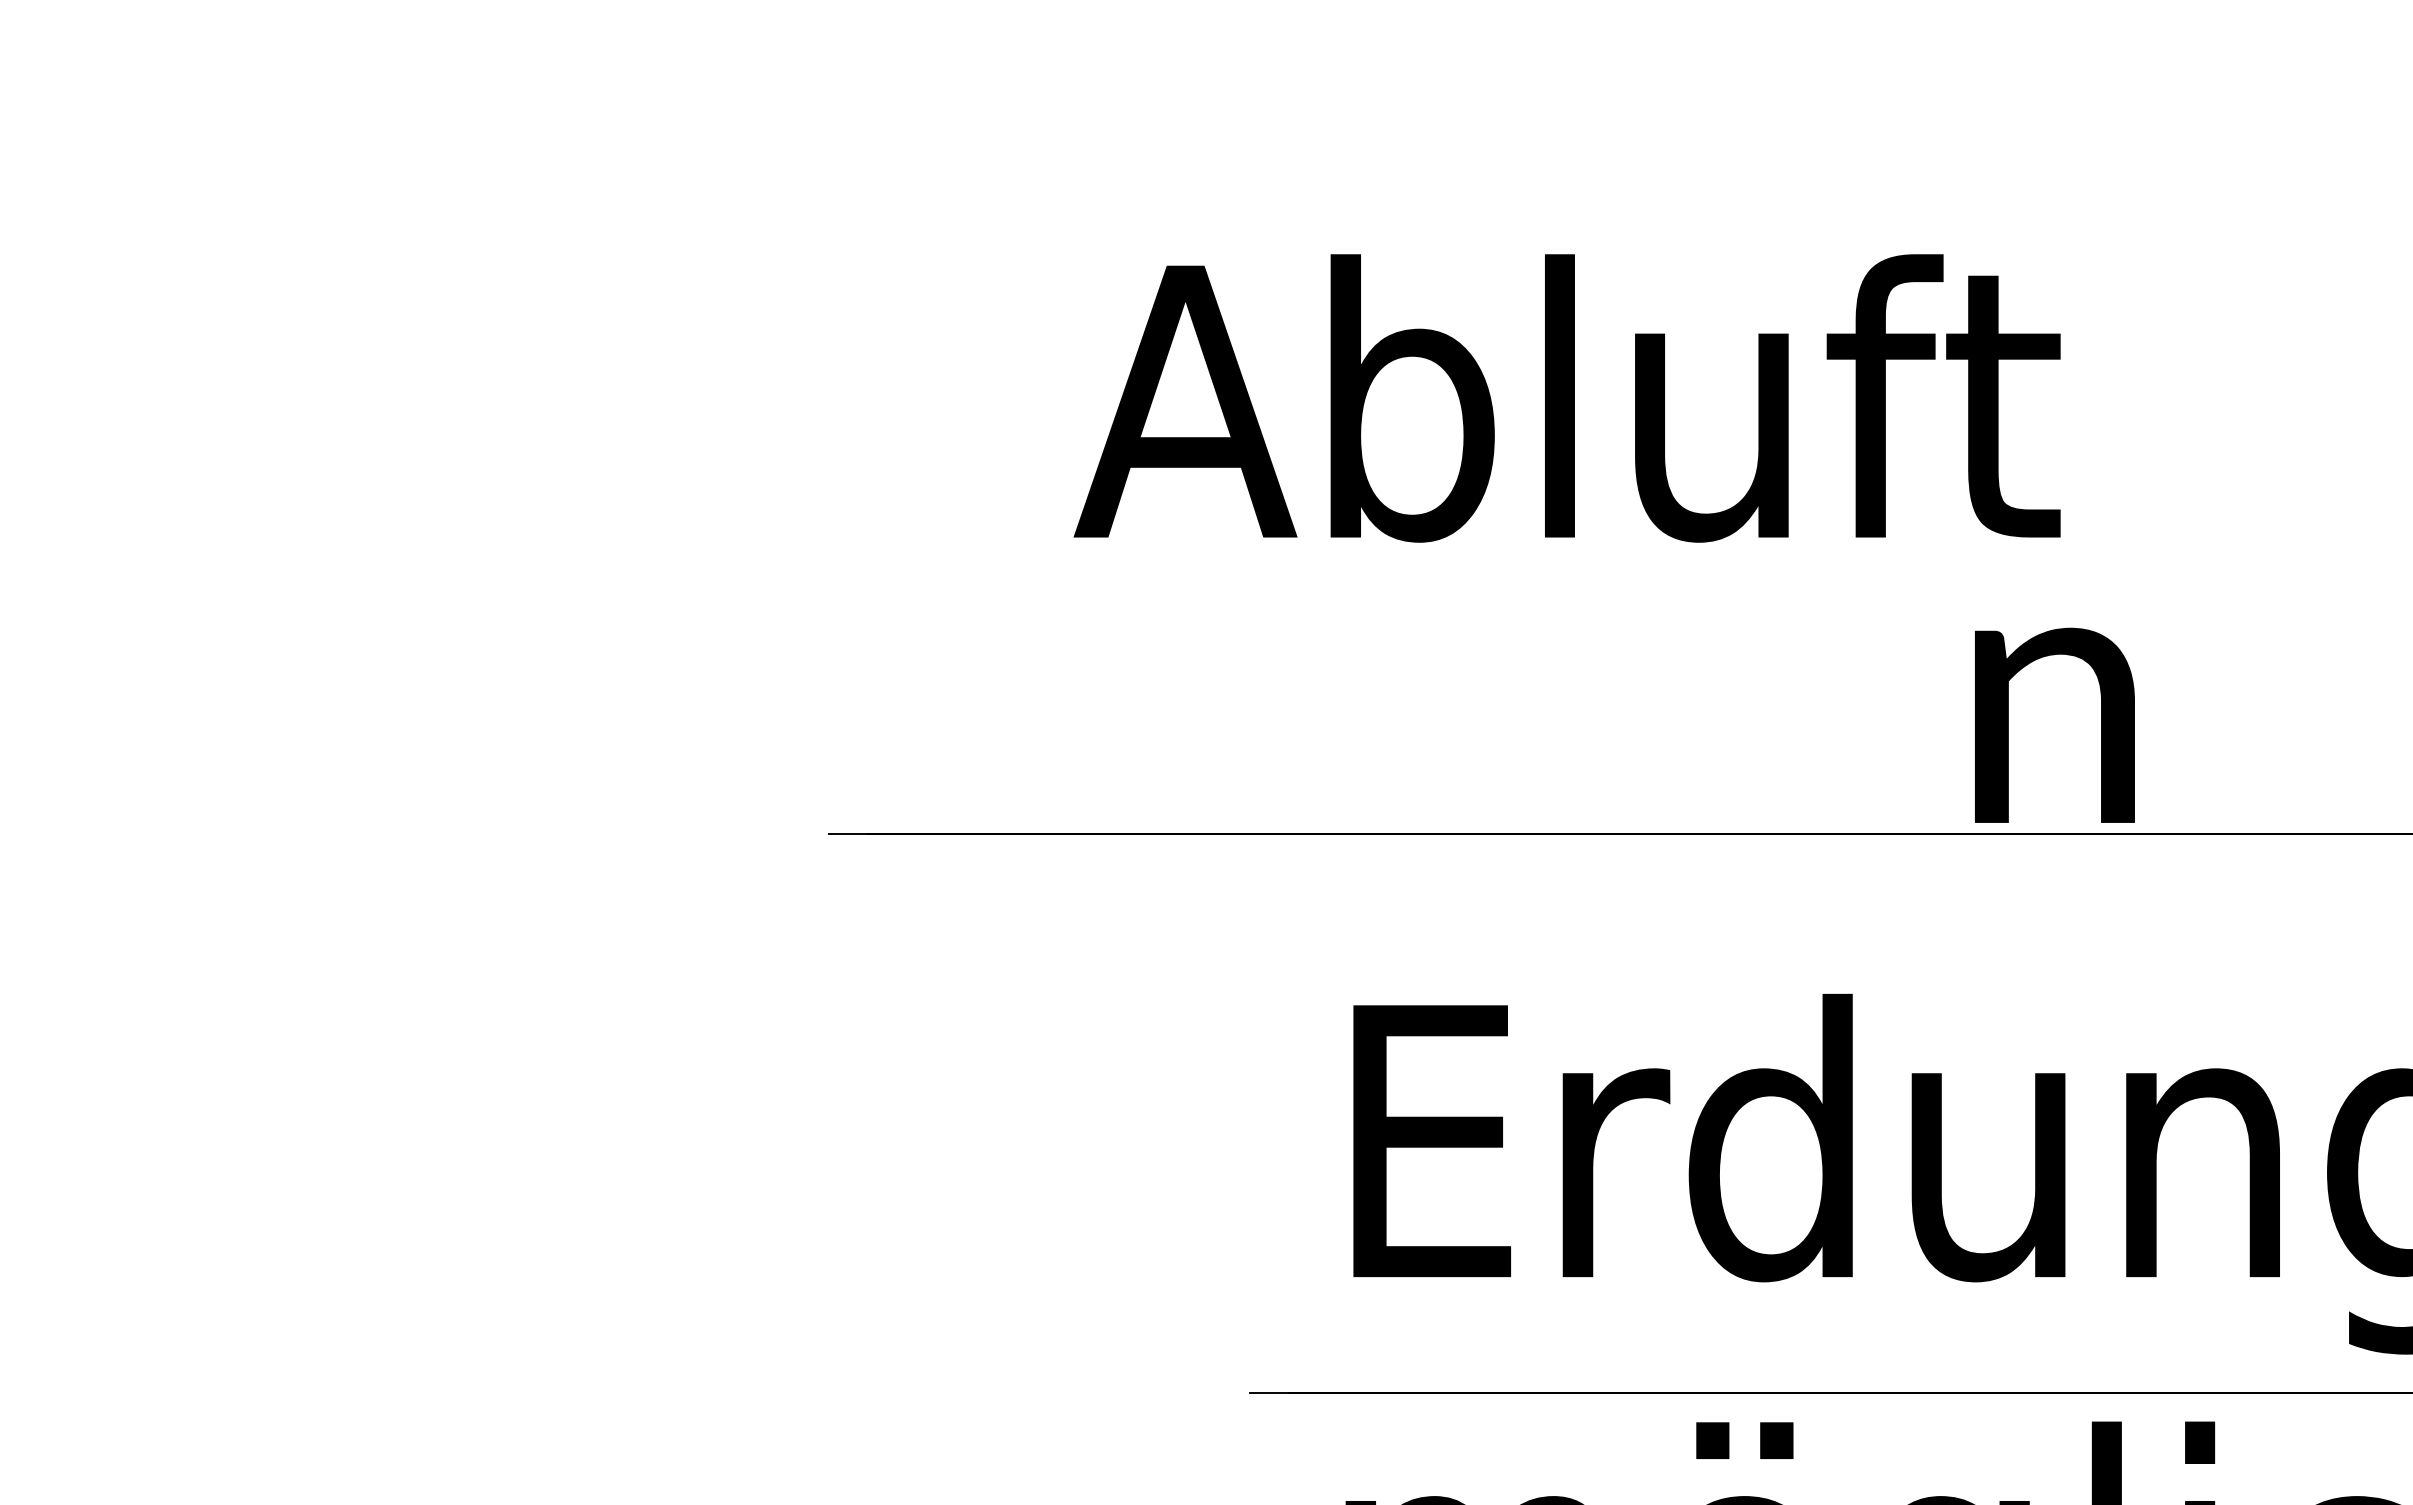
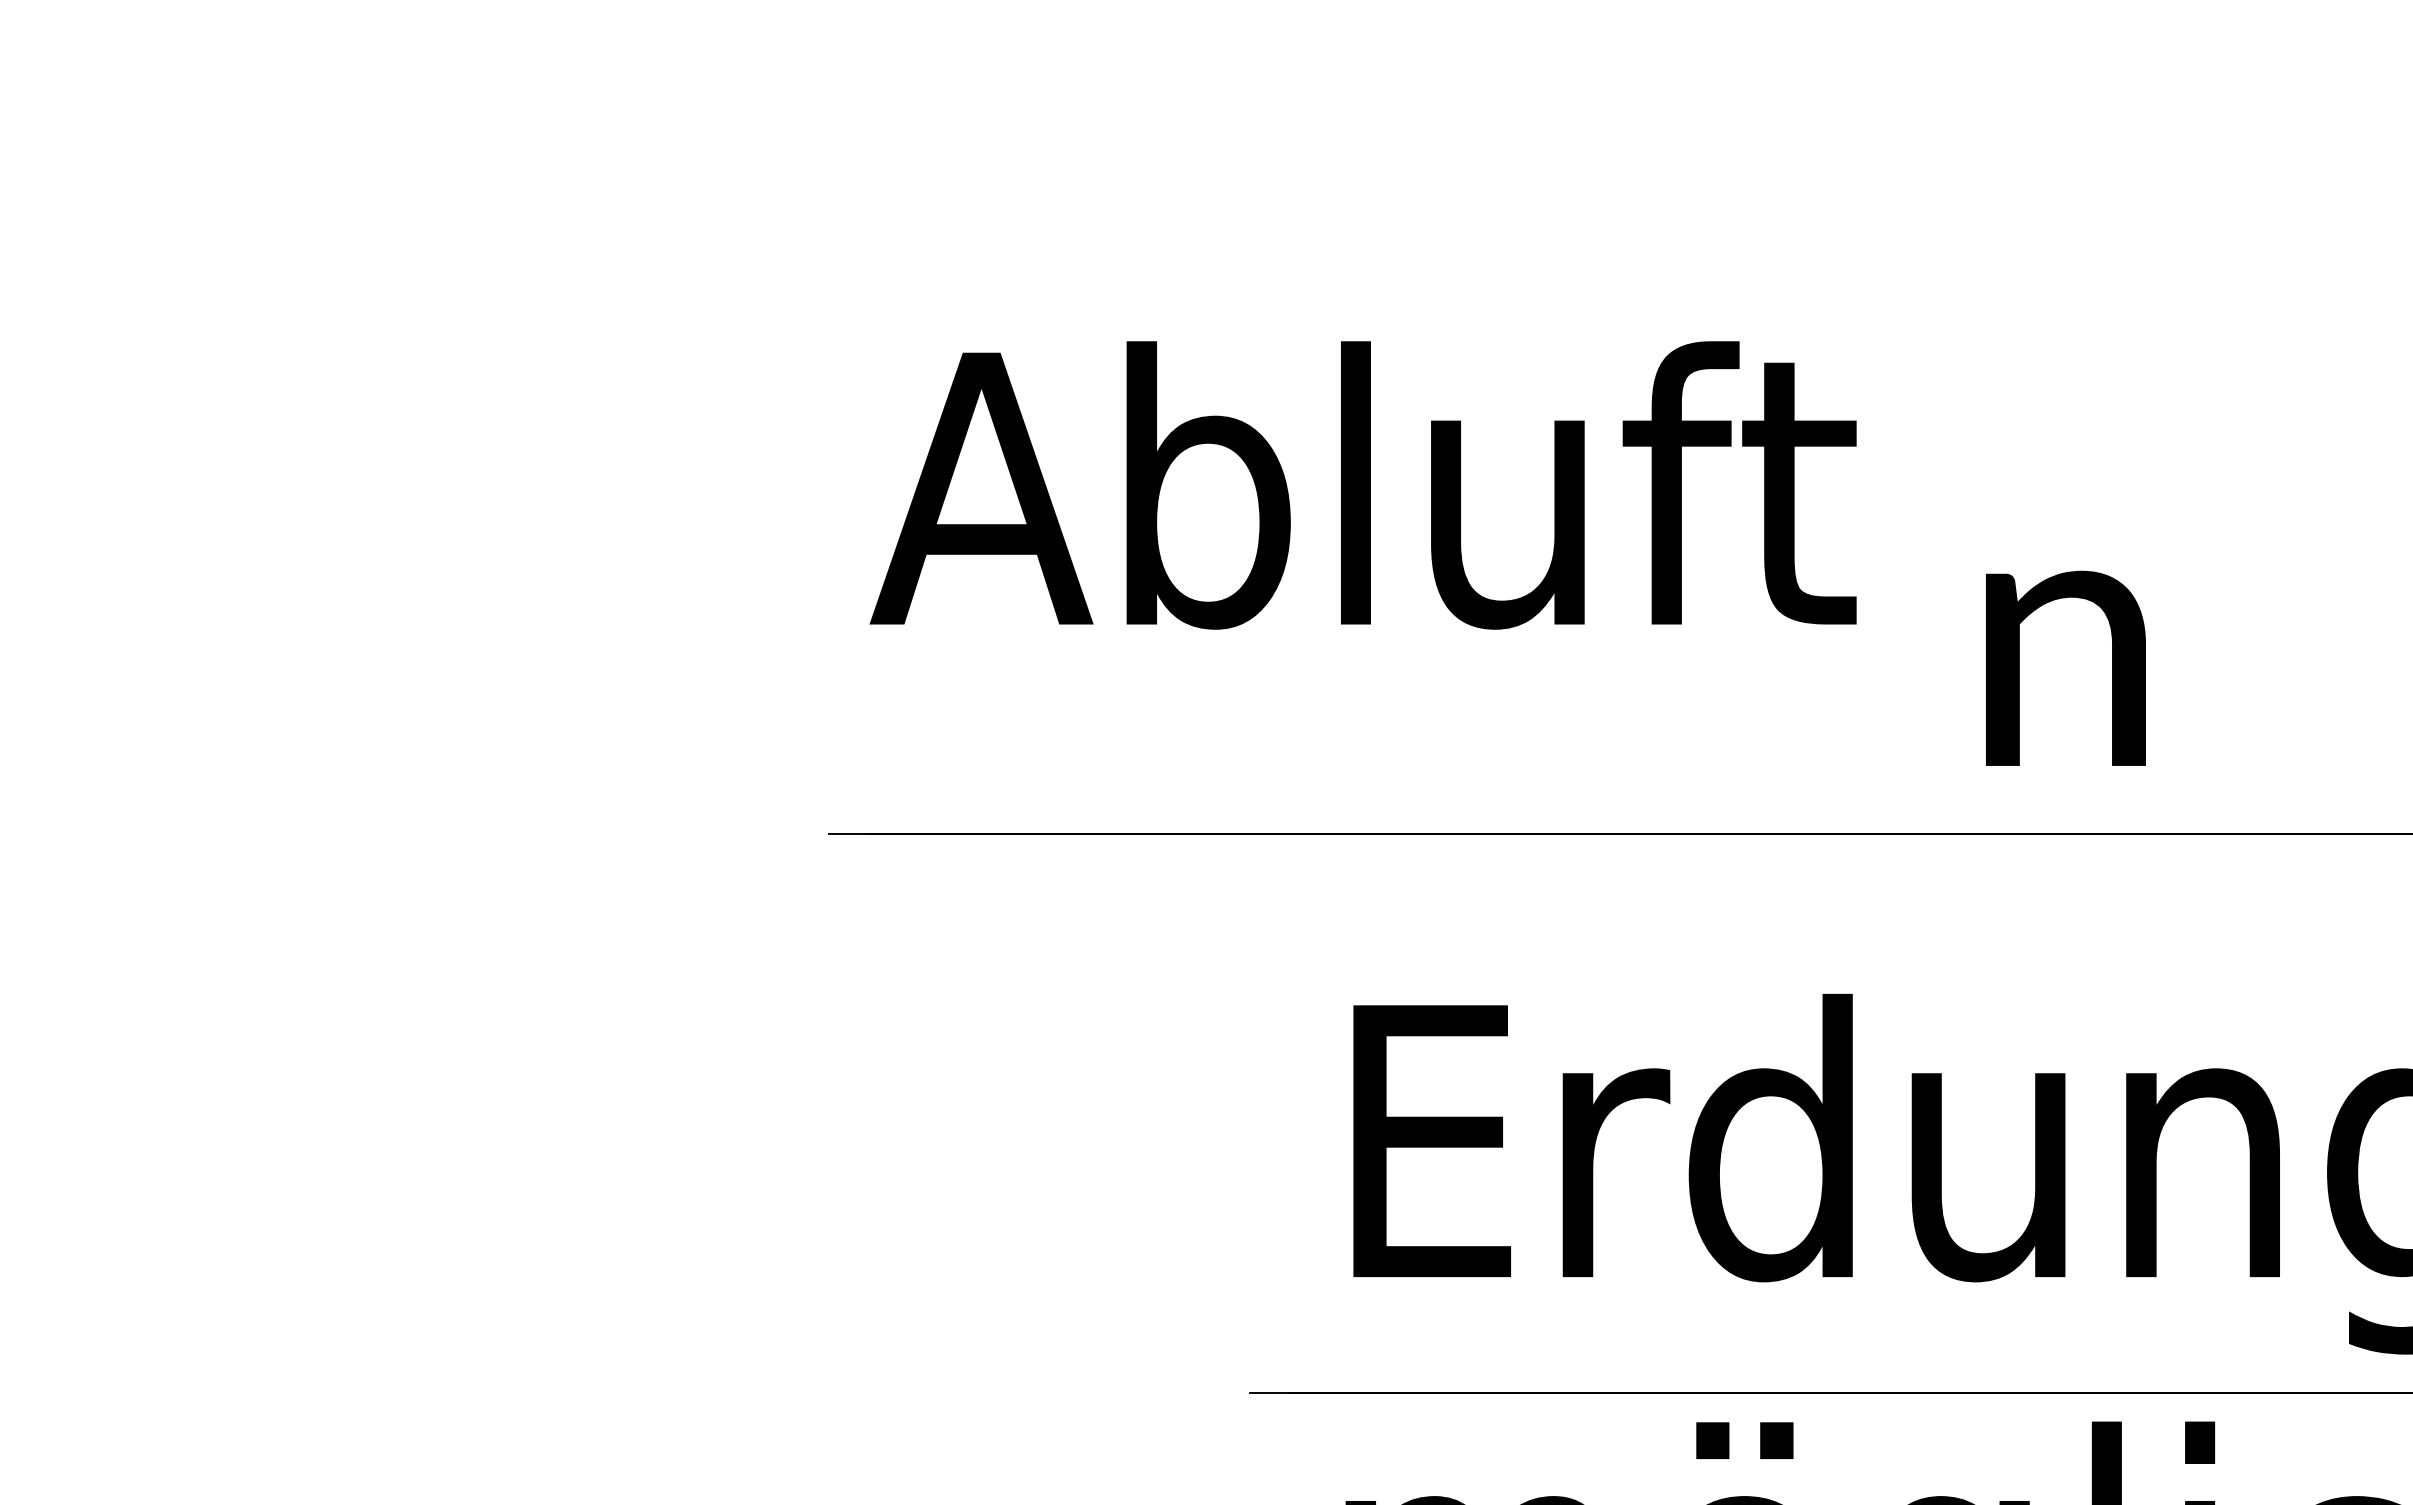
text at (1566, 398) position: (1566, 398) -> (1362, 485)
text at (2054, 724) position: (2054, 724) -> (2065, 667)
